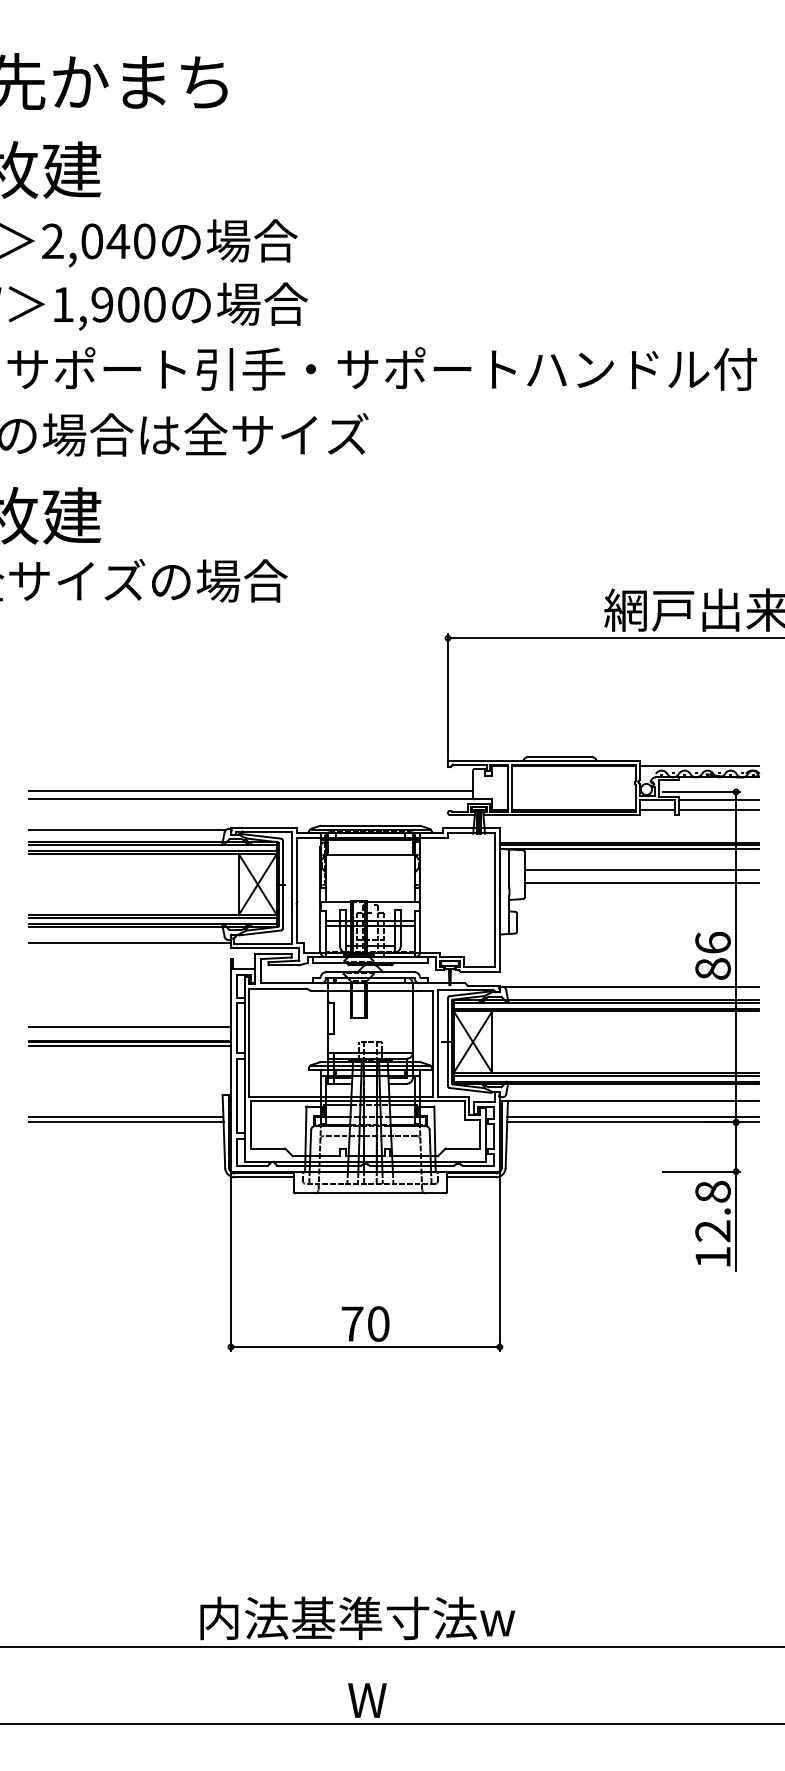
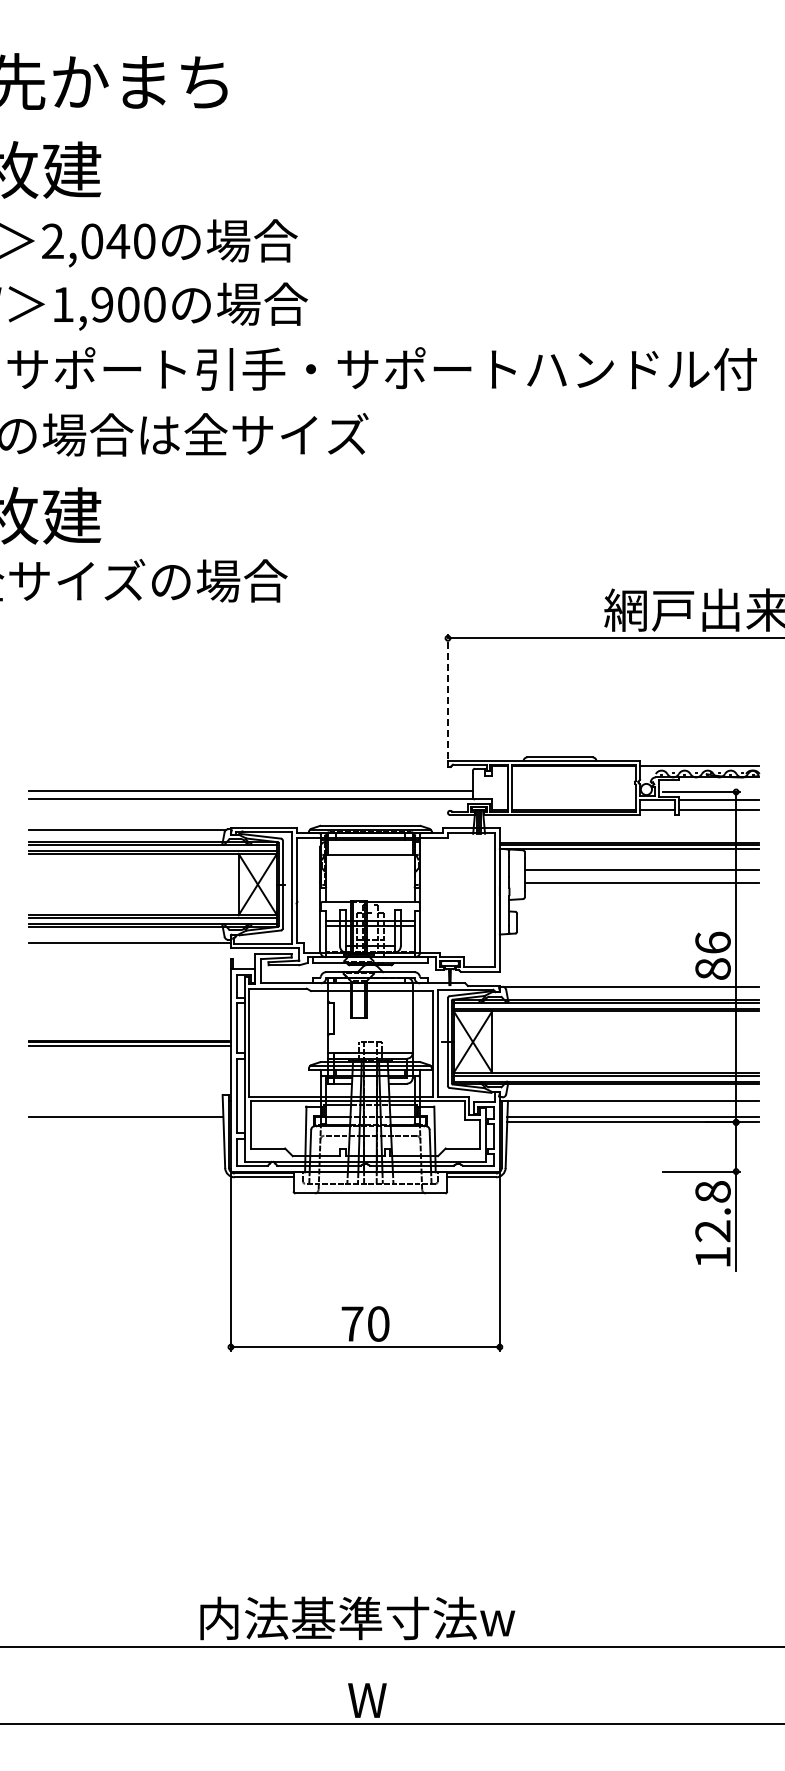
line at (448, 696): solid -> dashed
line at (129, 1027): present -> none
line at (126, 1122): present -> none
